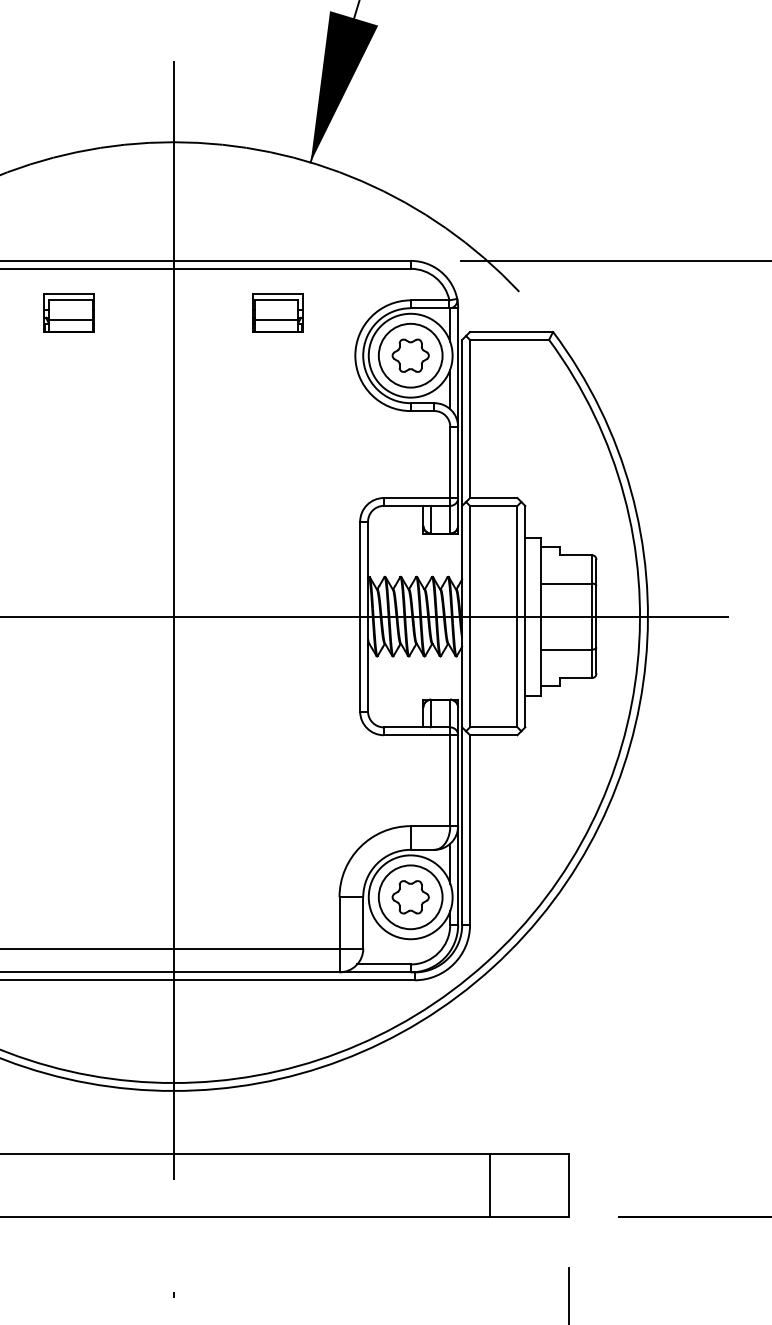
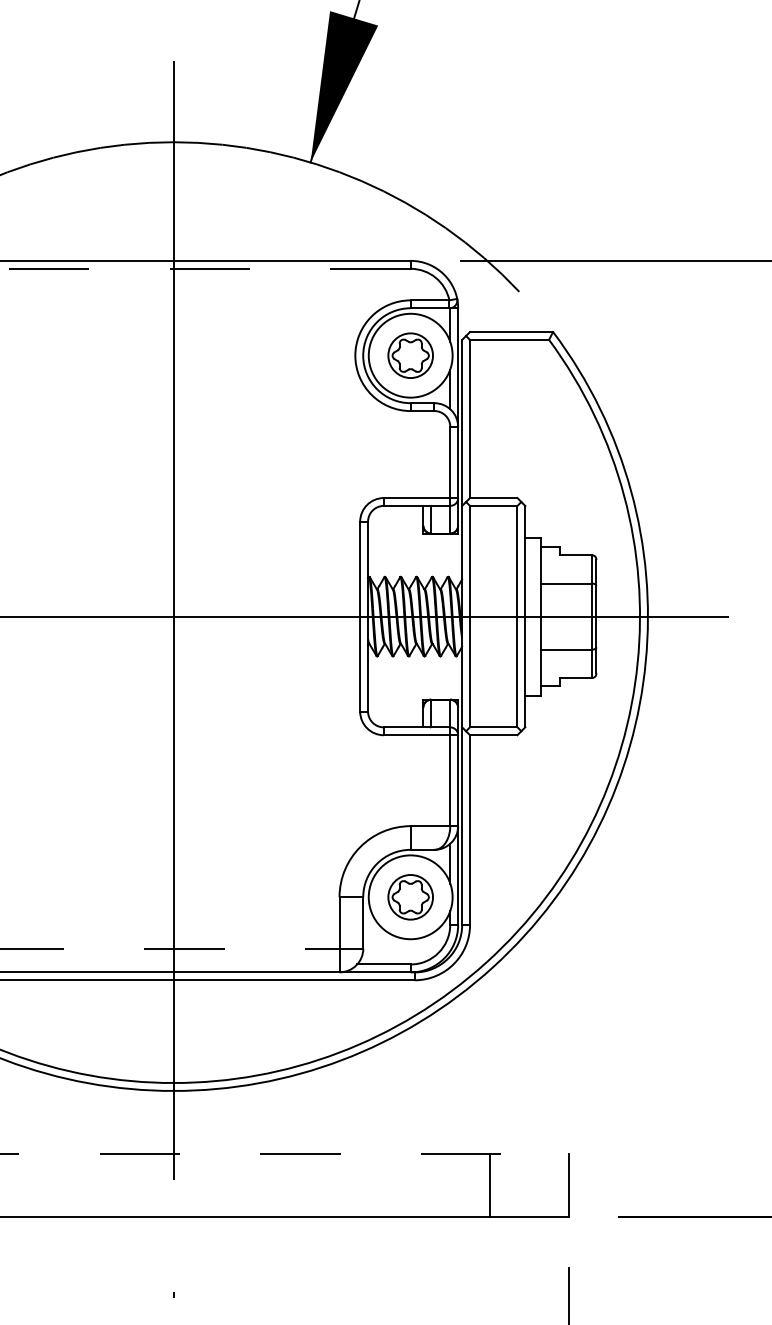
line at (205, 268): solid -> dashed
part at (68, 312): present -> none
part at (277, 312): present -> none
circle at (410, 355) diameter: 64 px -> 45 px
circle at (410, 897) diameter: 64 px -> 45 px
line at (182, 948): solid -> dashed
line at (284, 1154): solid -> dashed
